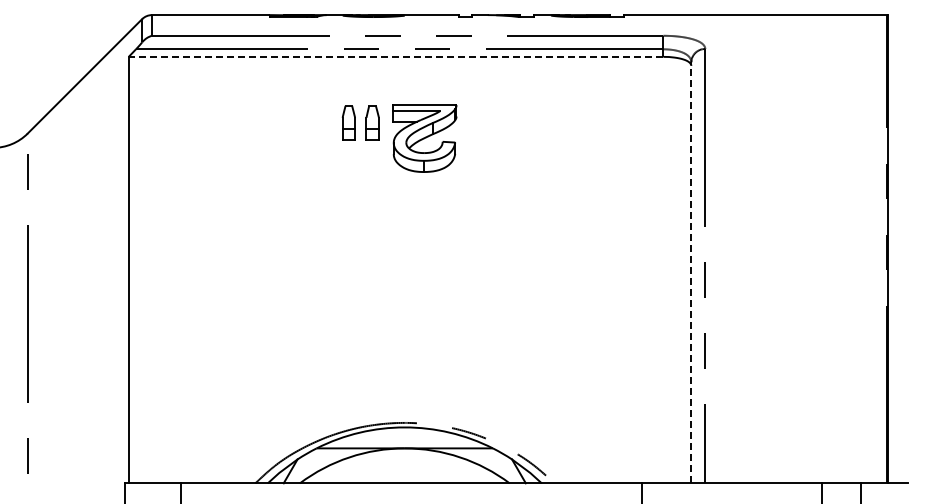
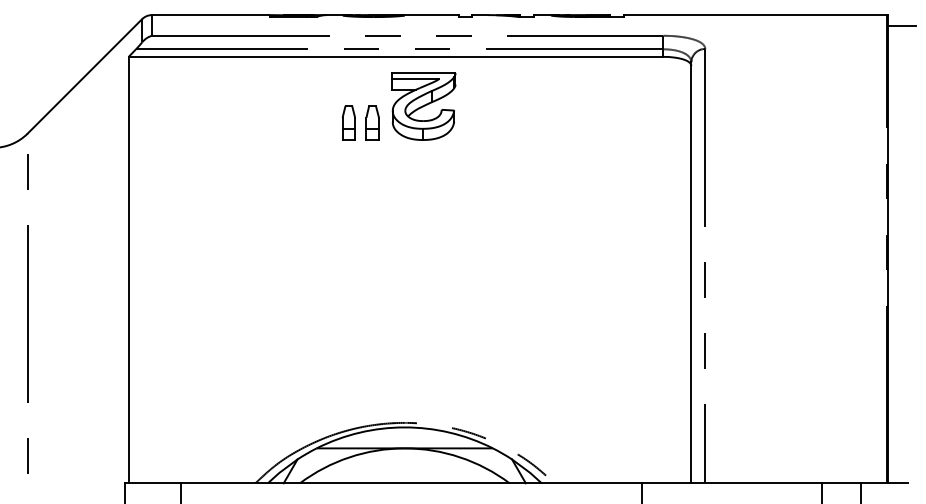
line at (902, 25): none -> present
line at (395, 56): dashed -> solid
part at (424, 138) position: (424, 138) -> (423, 106)
line at (691, 272): dashed -> solid
